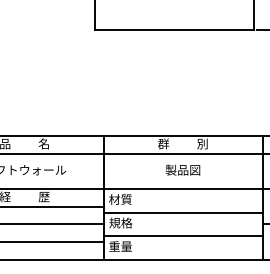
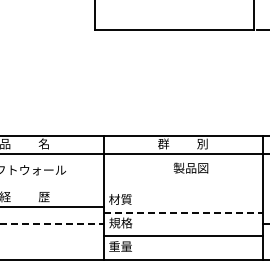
text at (182, 169) position: (182, 169) -> (190, 167)
line at (134, 189): present -> none
line at (183, 212): solid -> dashed
line at (51, 224): solid -> dashed
line at (52, 242): present -> none
